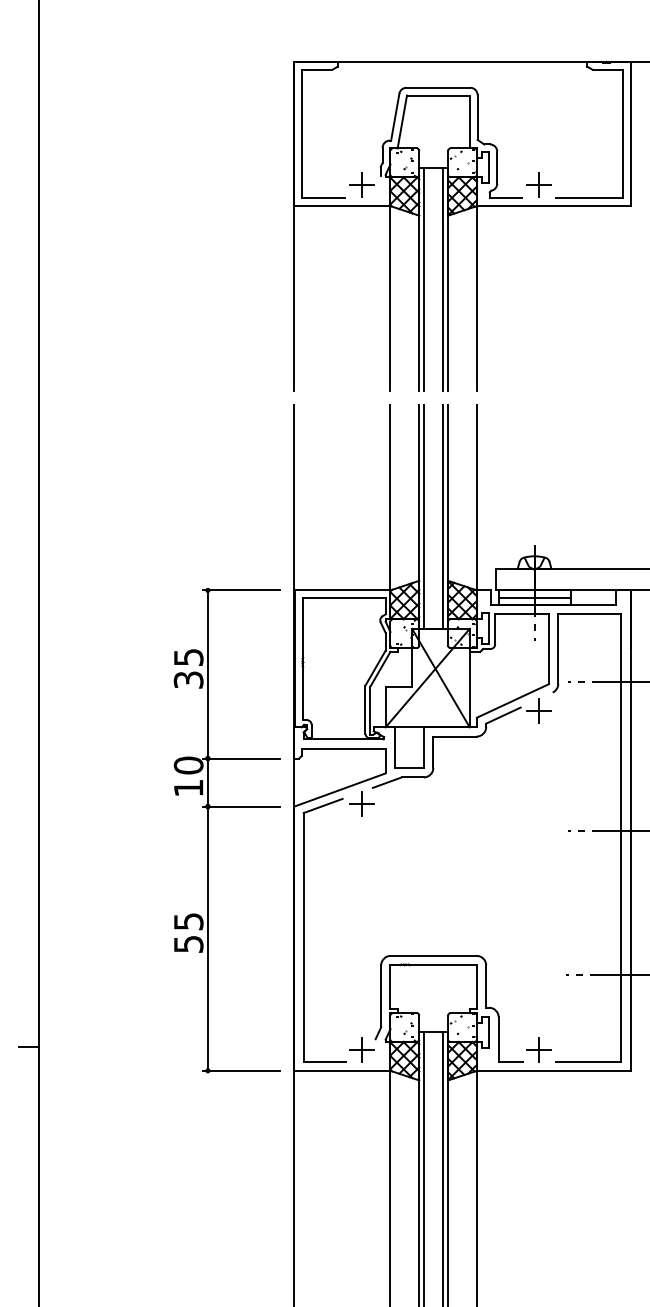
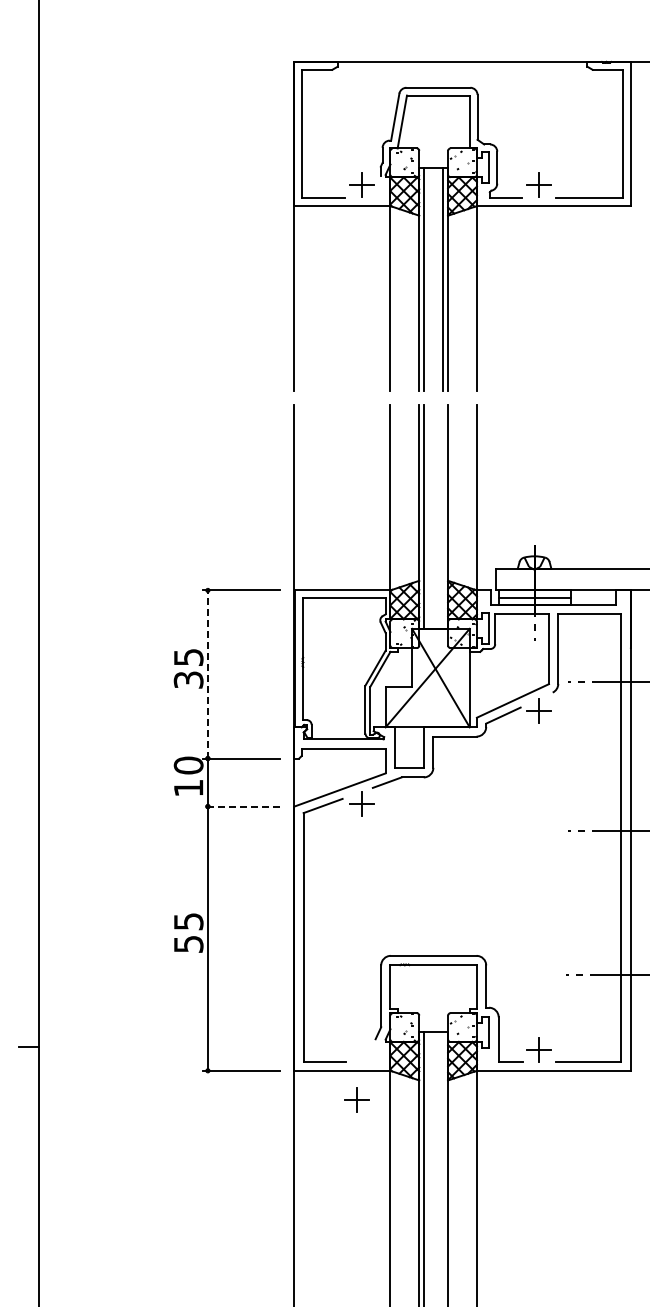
line at (443, 516): present -> none
line at (207, 673): solid -> dashed
line at (241, 806): solid -> dashed
part at (361, 1049) position: (361, 1049) -> (356, 1099)
line at (443, 1167): present -> none
